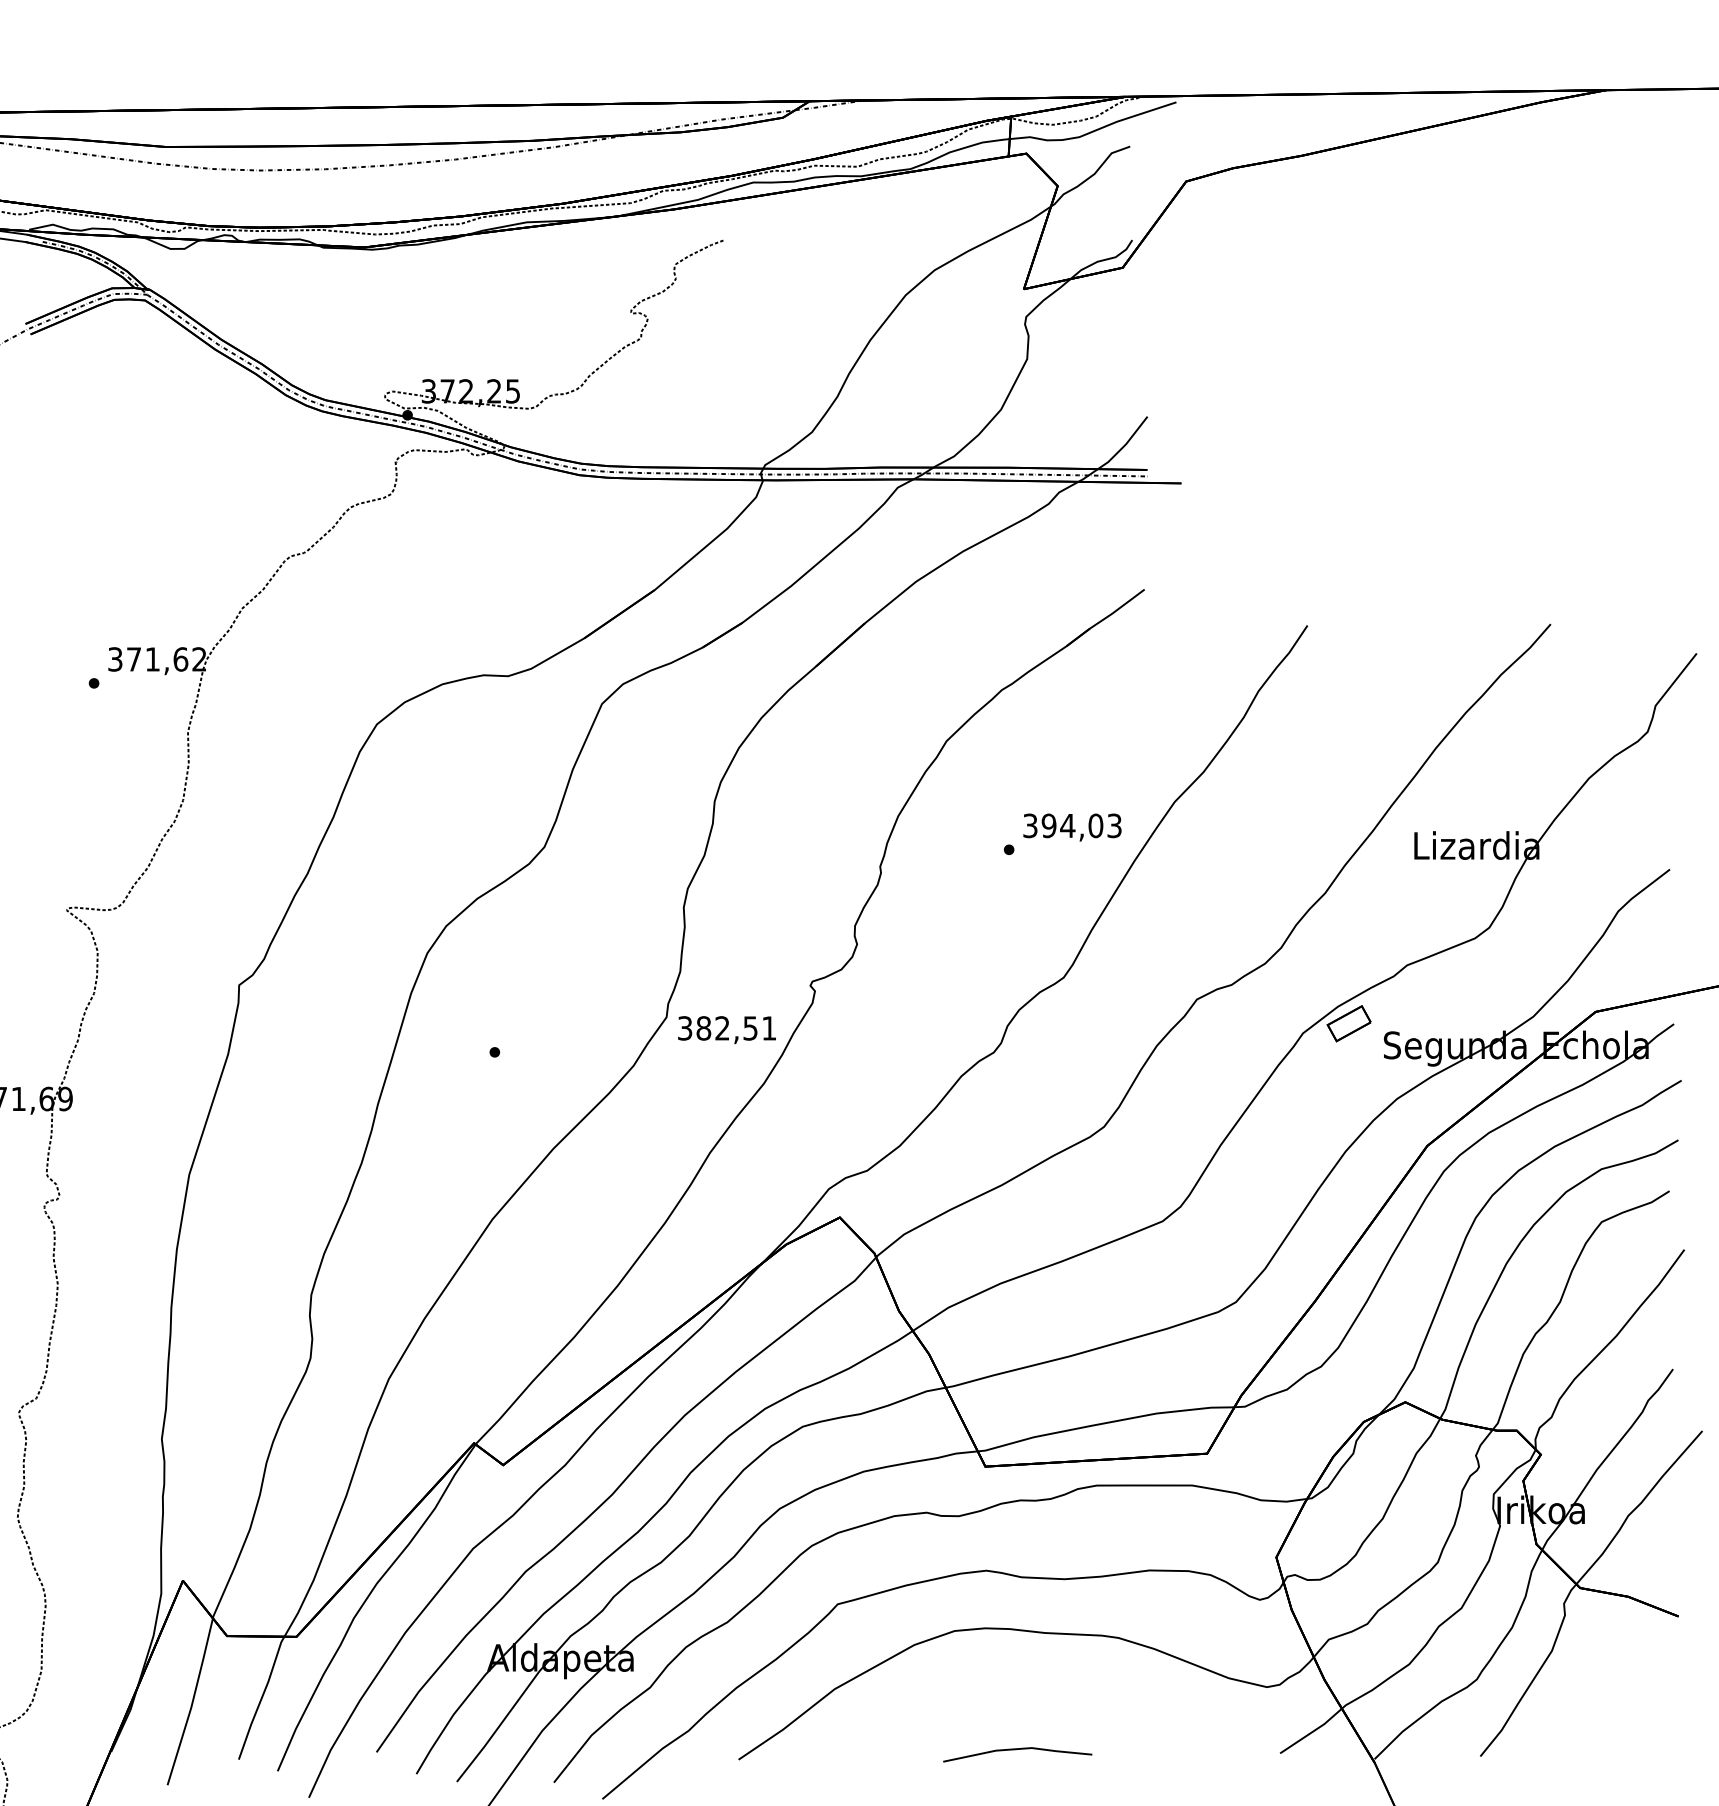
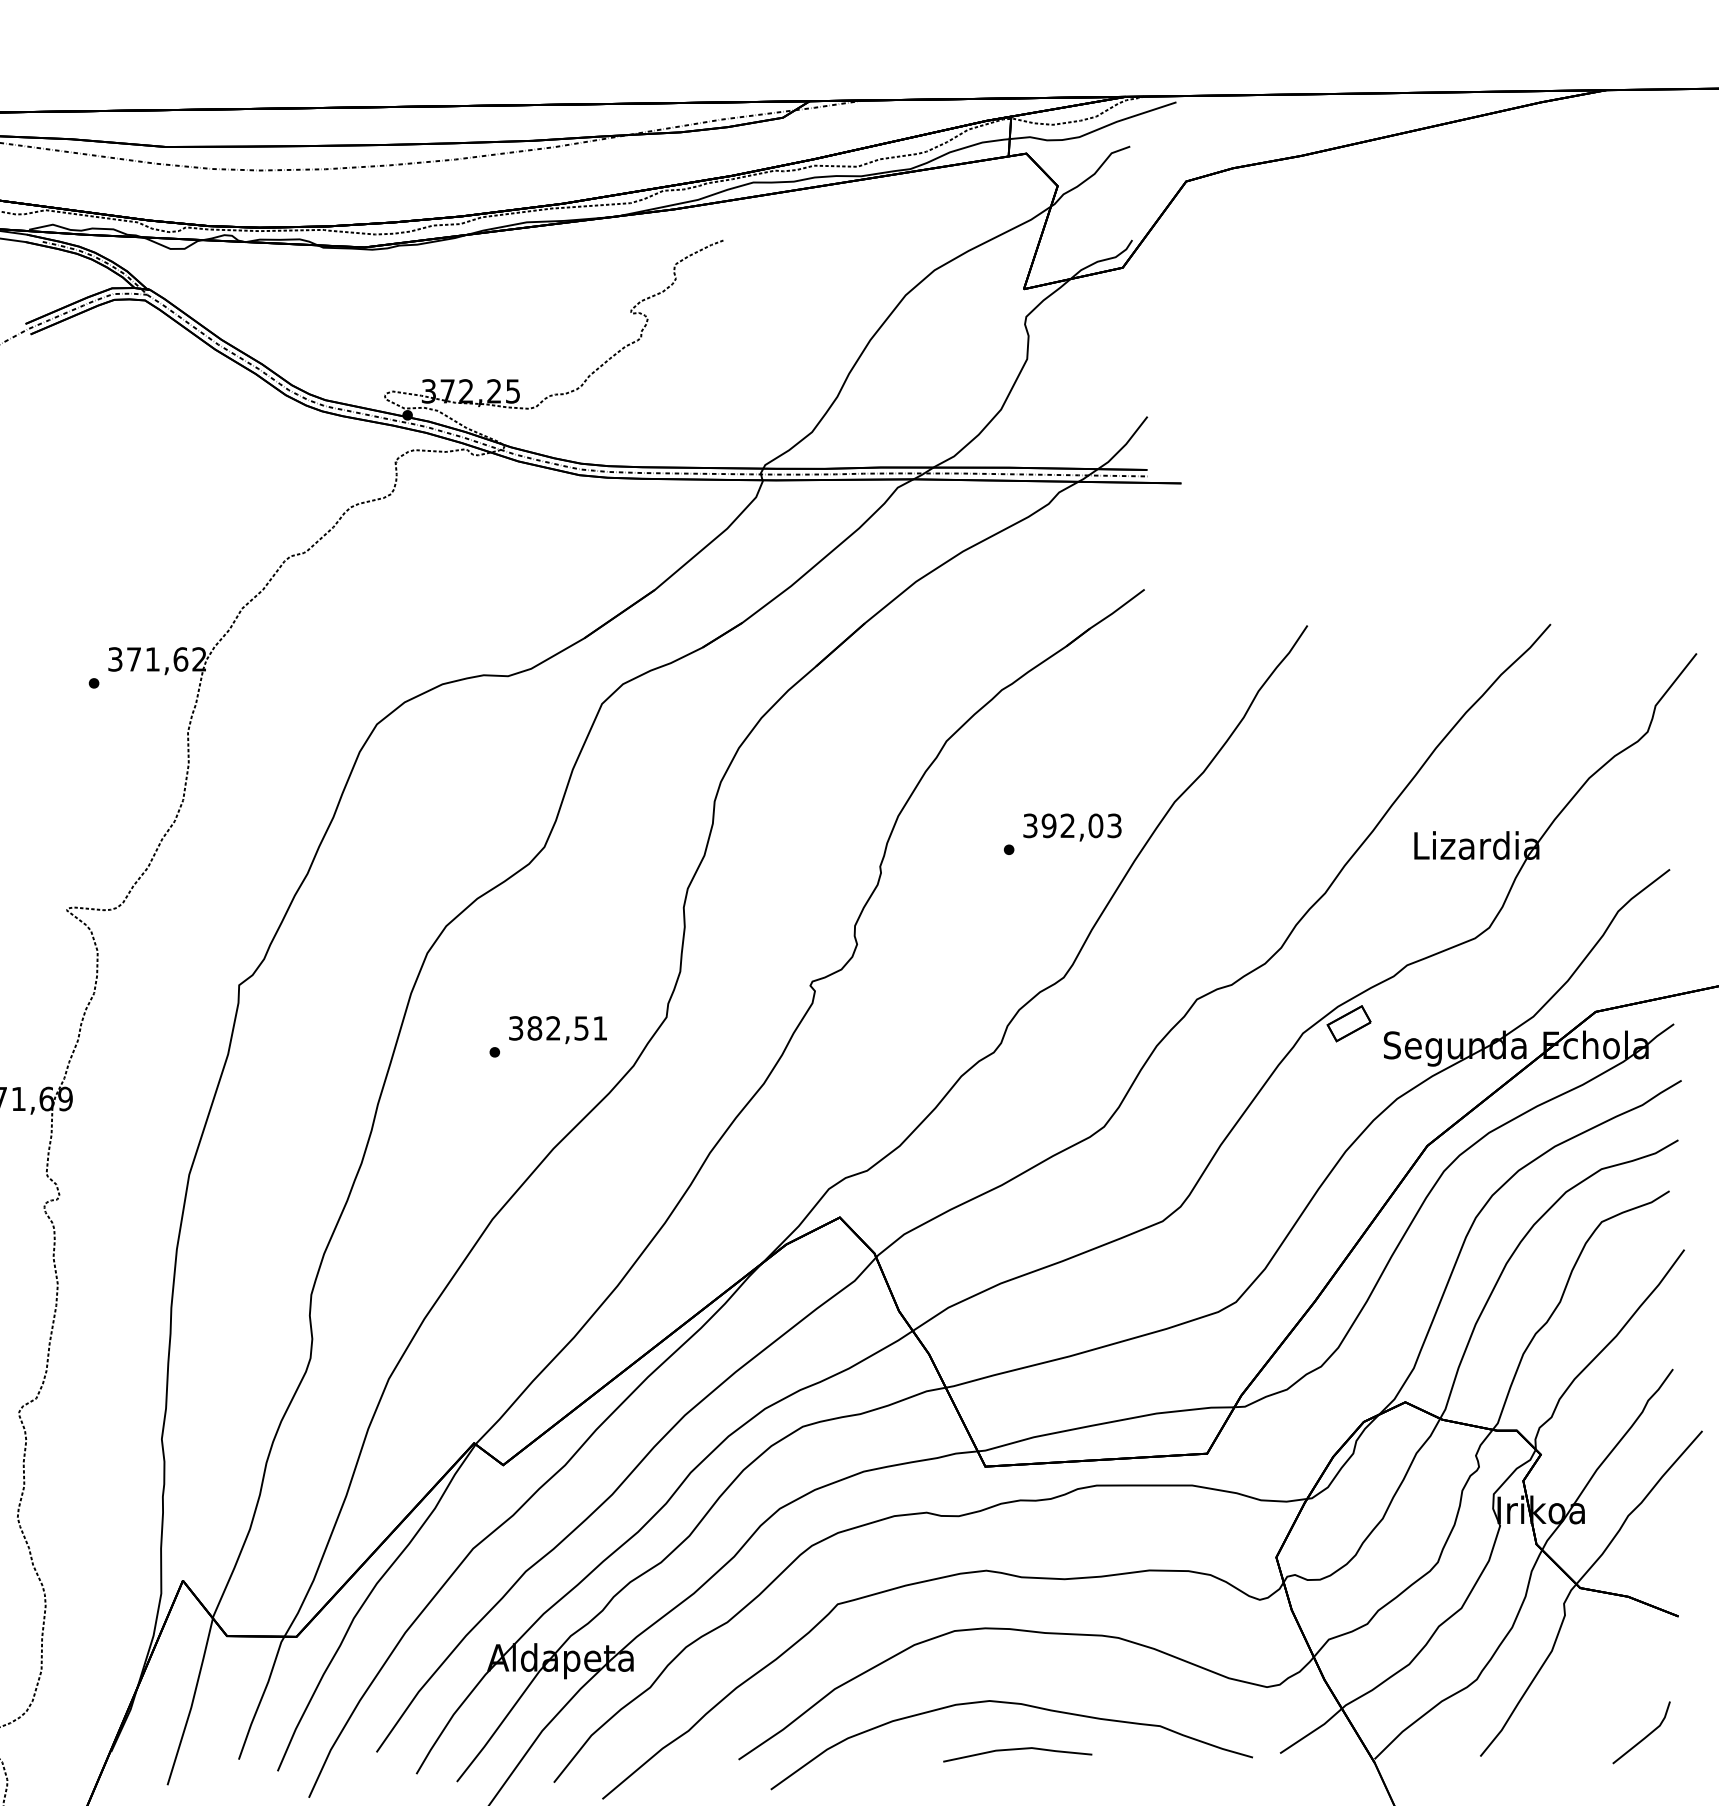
text at (1067, 825): 394,03 -> 392,03
text at (726, 1030) position: (726, 1030) -> (557, 1030)
curve at (1012, 1704): none -> present
line at (1645, 1736): none -> present
